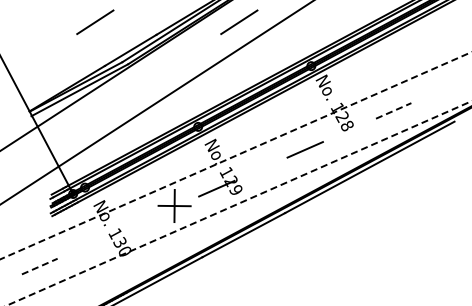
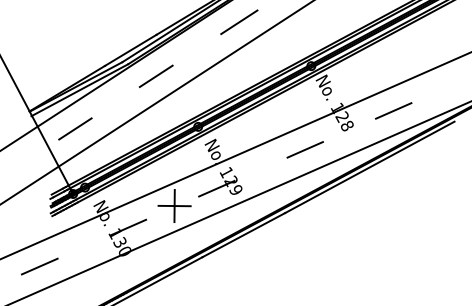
line at (95, 21): present -> none
line at (155, 75): none -> present
line at (394, 110): dashed -> solid
line at (75, 128): none -> present
line at (235, 155): dashed -> solid
line at (239, 203): dashed -> solid
line at (128, 227): none -> present
line at (40, 266): dashed -> solid
